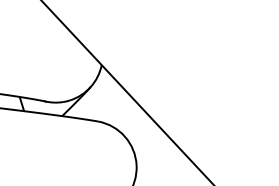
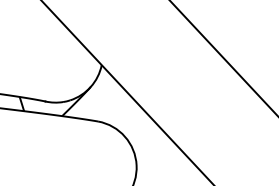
line at (223, 57): none -> present
